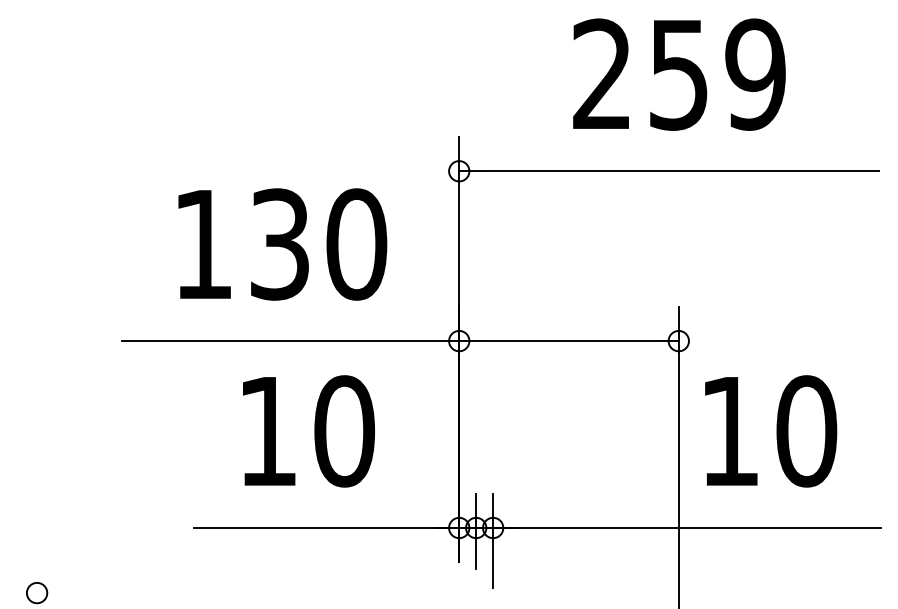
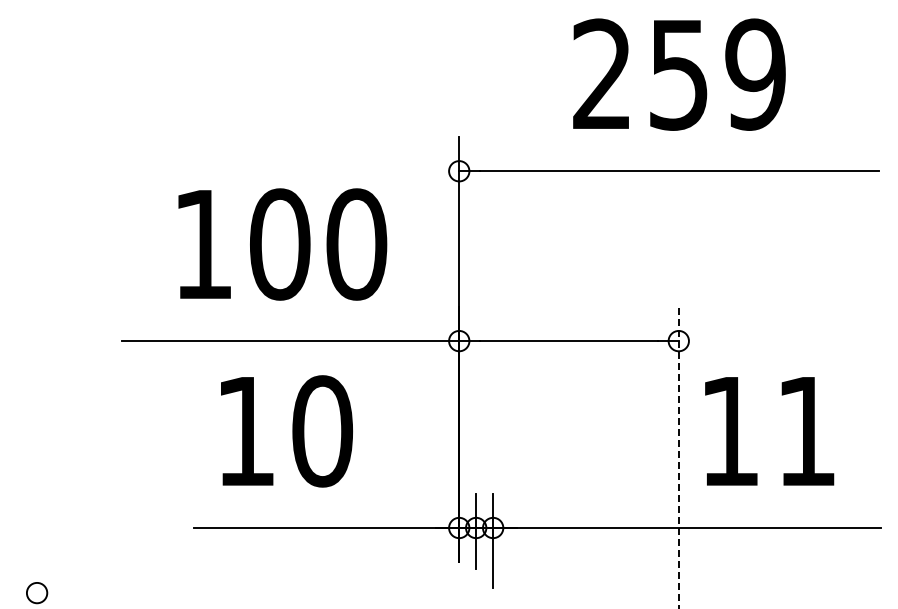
text at (280, 244): 130 -> 100
text at (308, 431) position: (308, 431) -> (286, 431)
text at (806, 431): 10 -> 11
line at (678, 458): solid -> dashed
